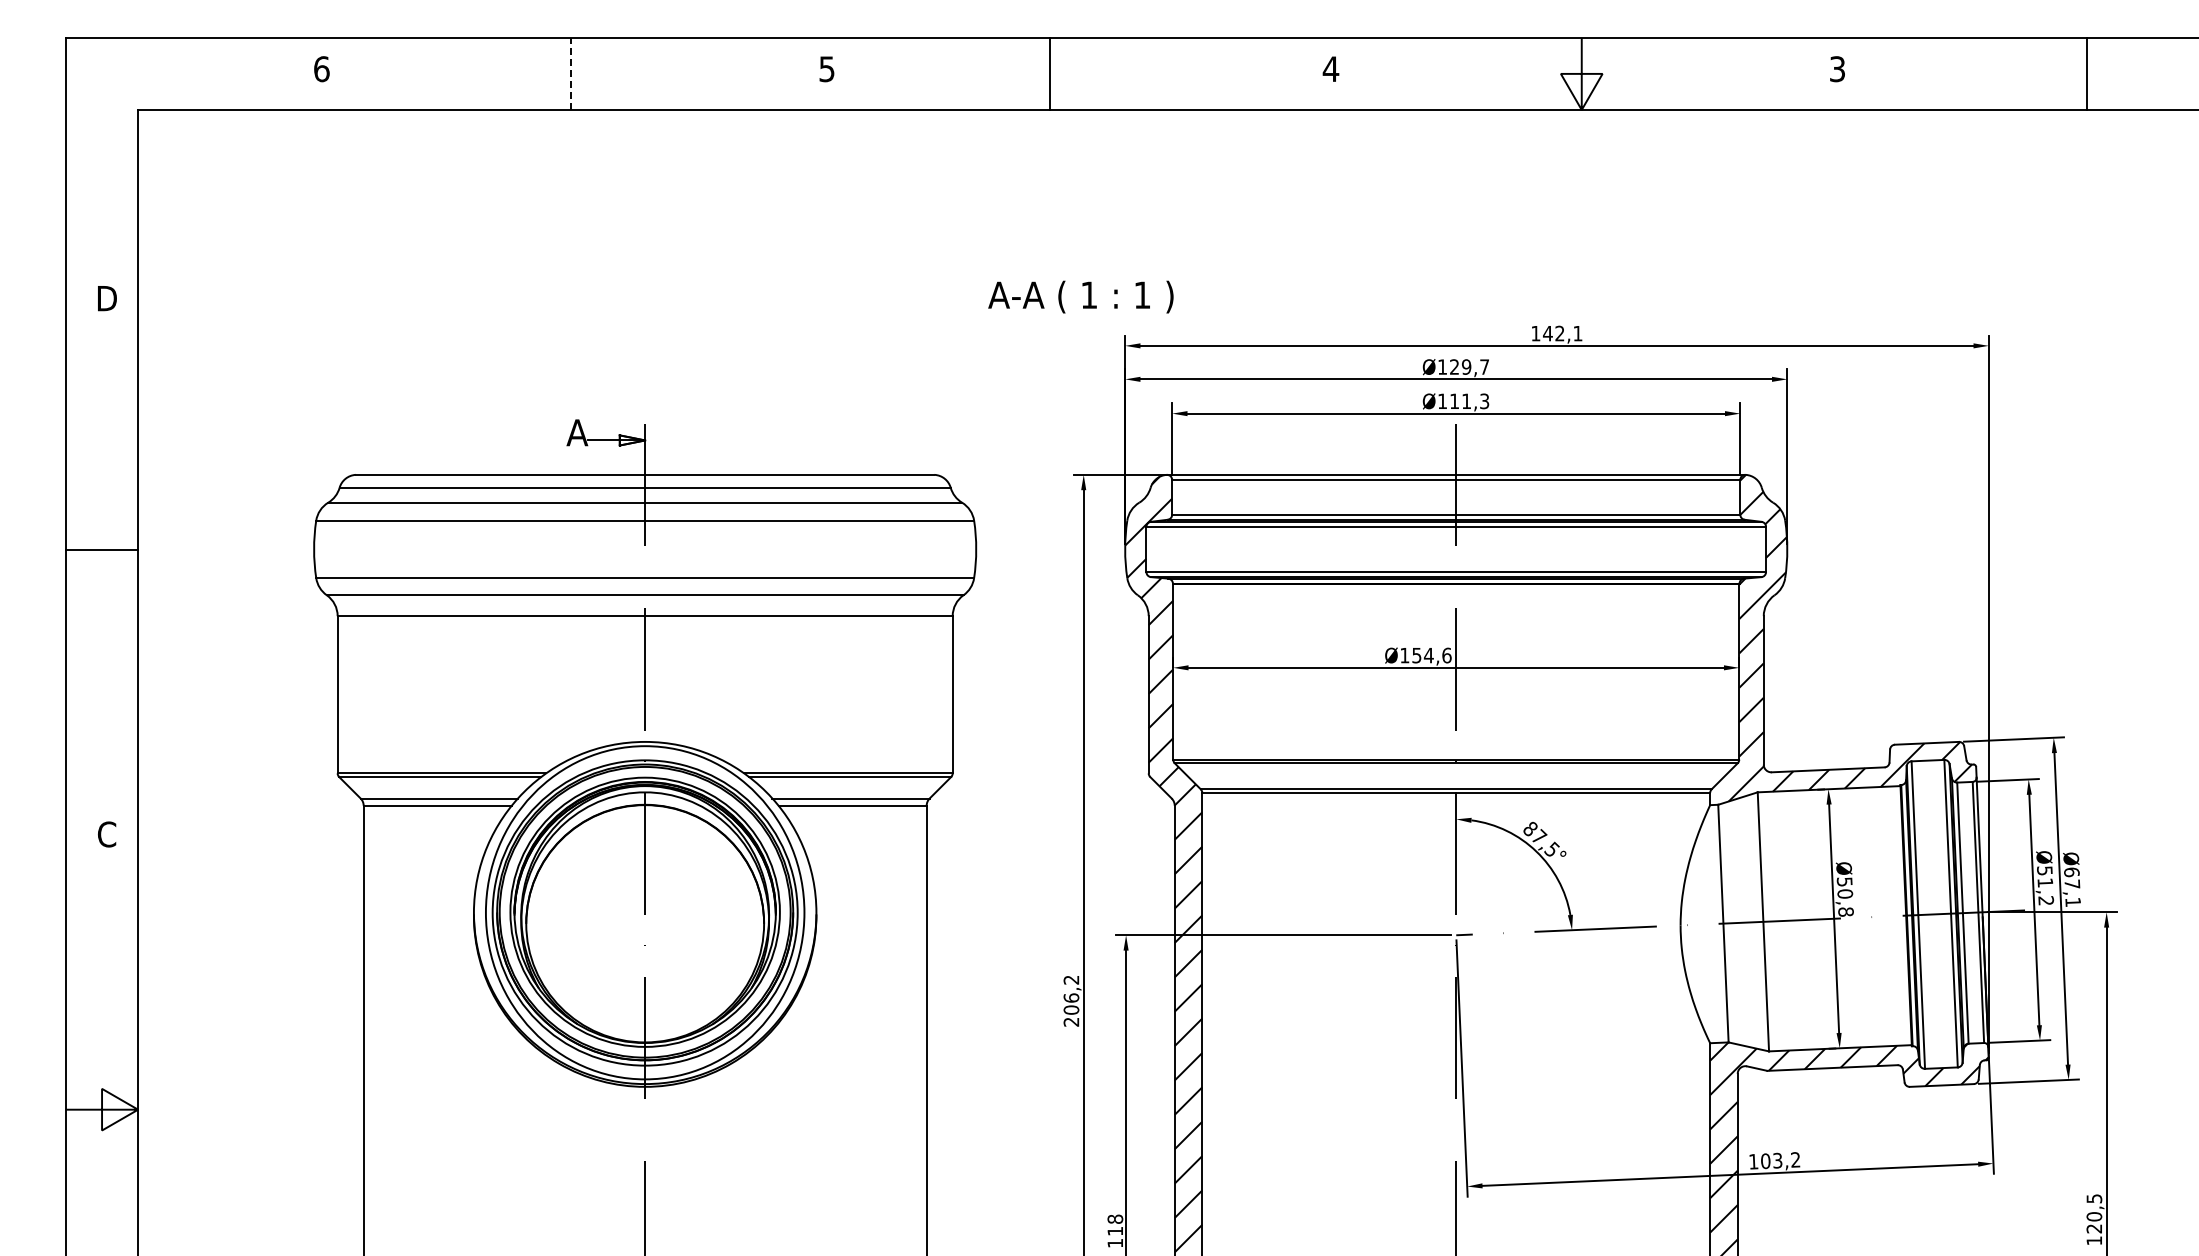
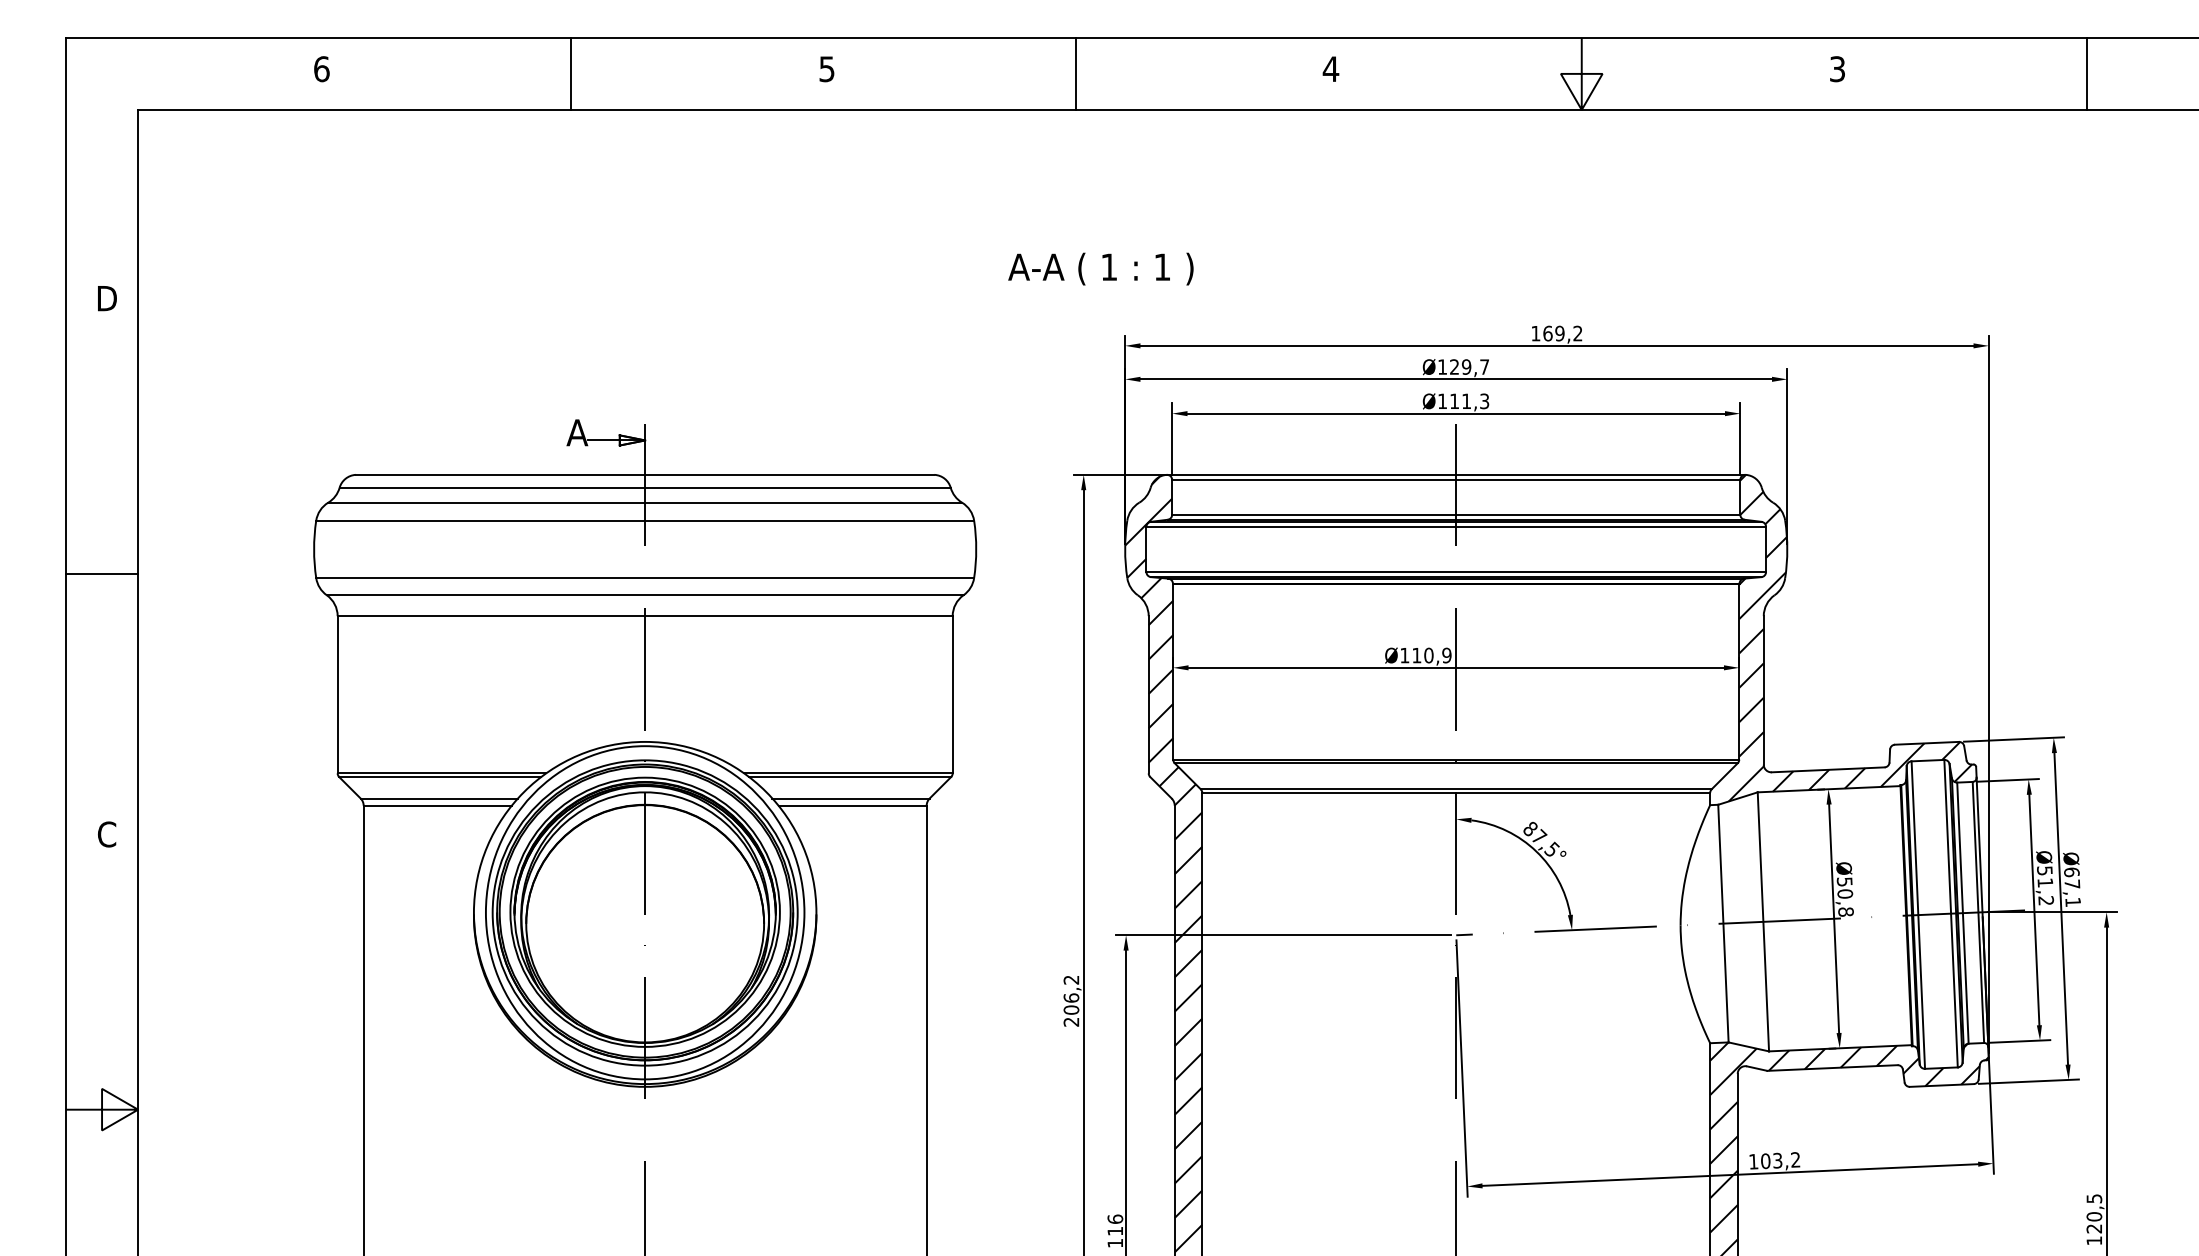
line at (571, 73): dashed -> solid
line at (1050, 73) position: (1050, 73) -> (1076, 73)
text at (1080, 296) position: (1080, 296) -> (1100, 268)
text at (1562, 333): 142,1 -> 169,2
line at (101, 549) position: (101, 549) -> (101, 573)
text at (1431, 655): Ø154,6 -> Ø110,9
text at (1115, 1218): 118 -> 116
